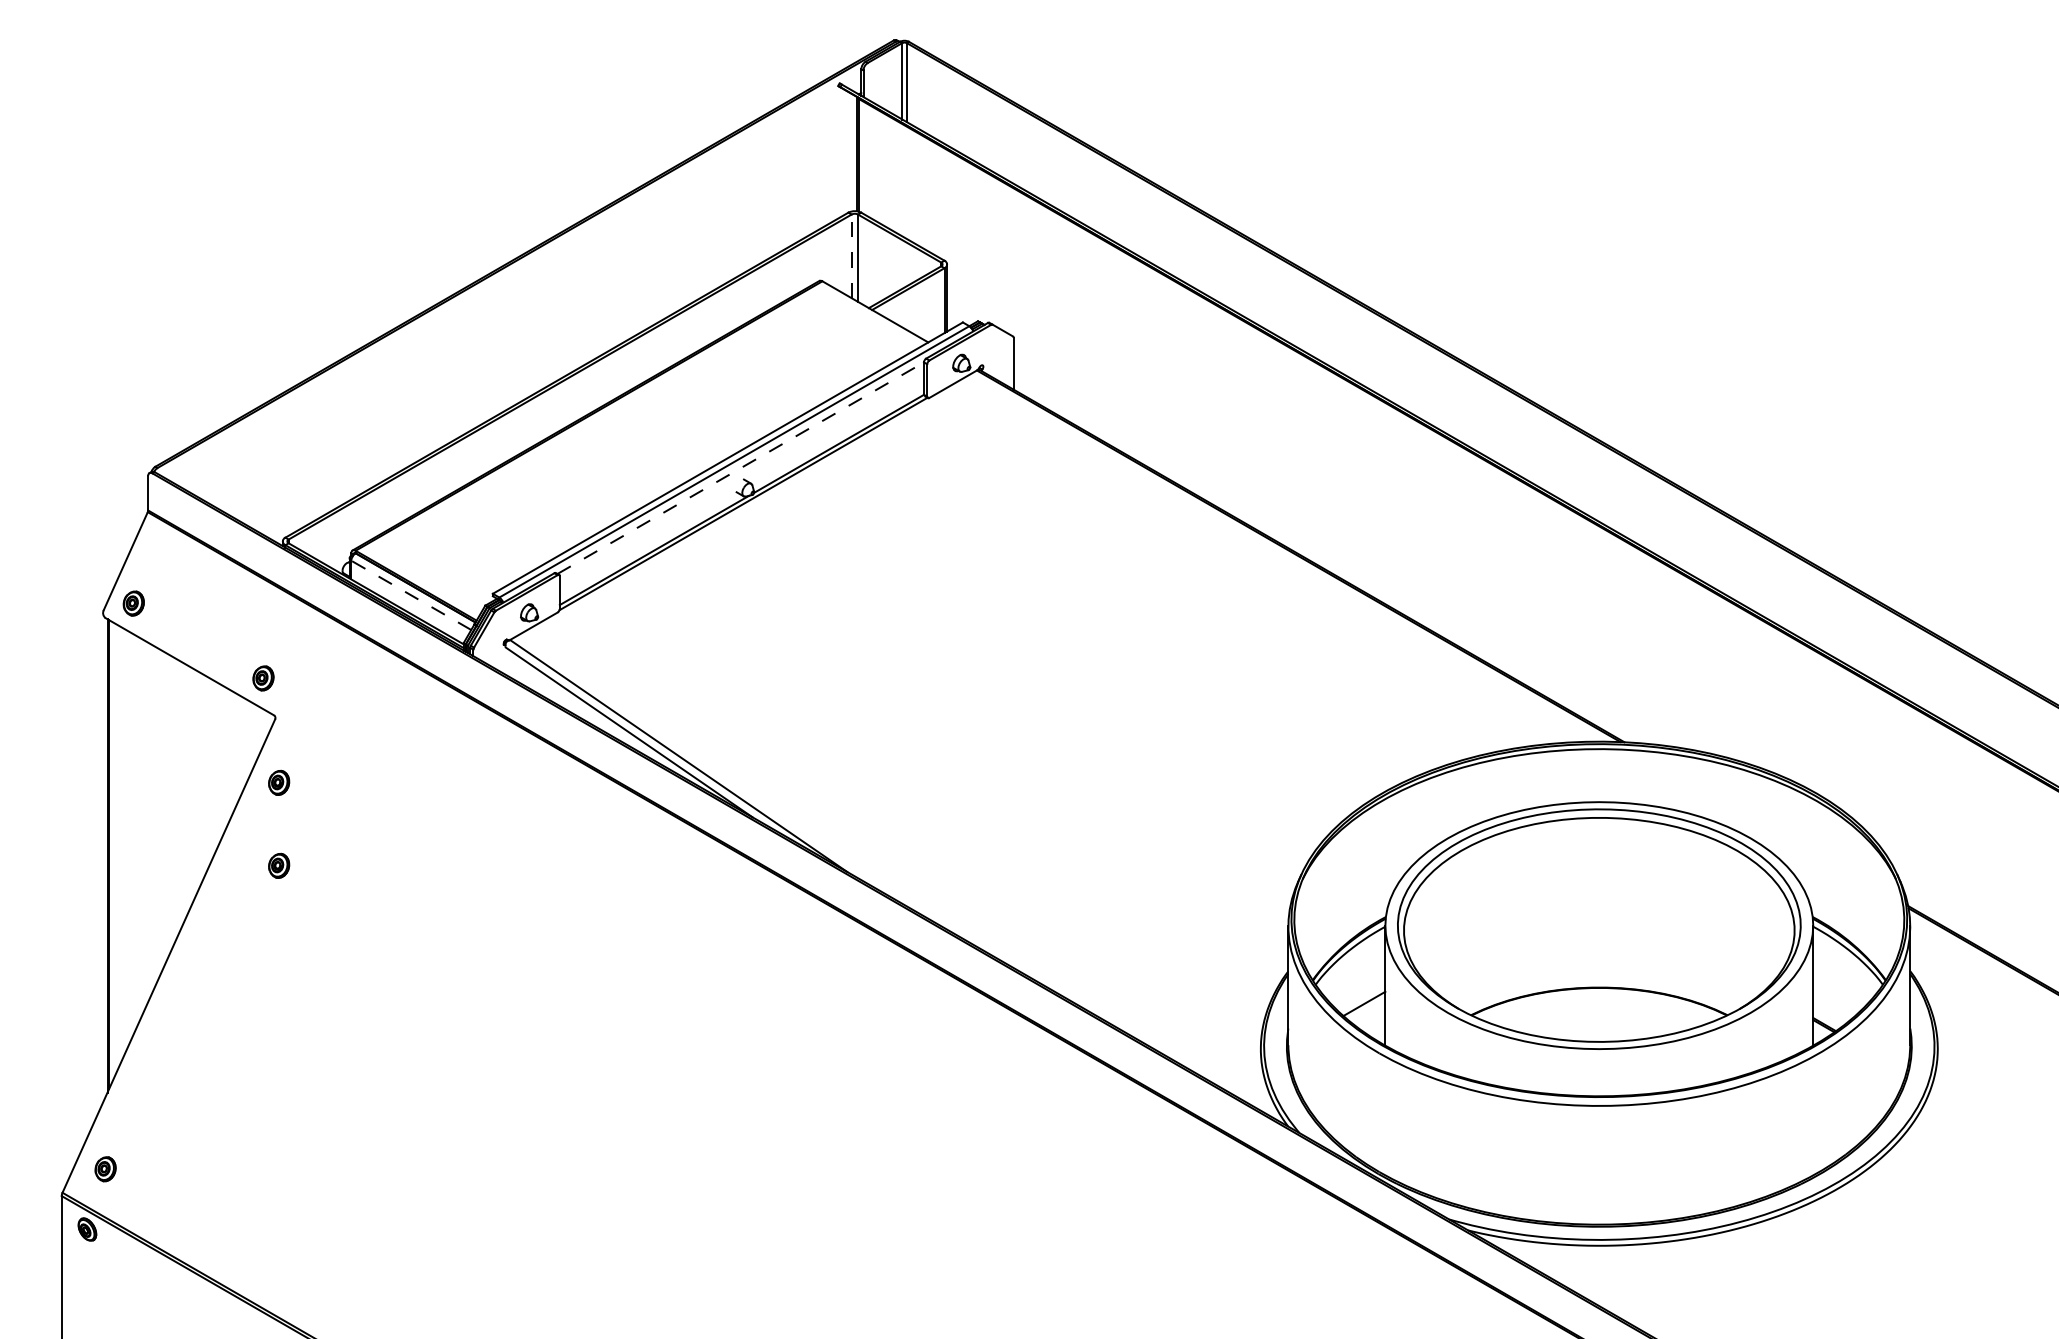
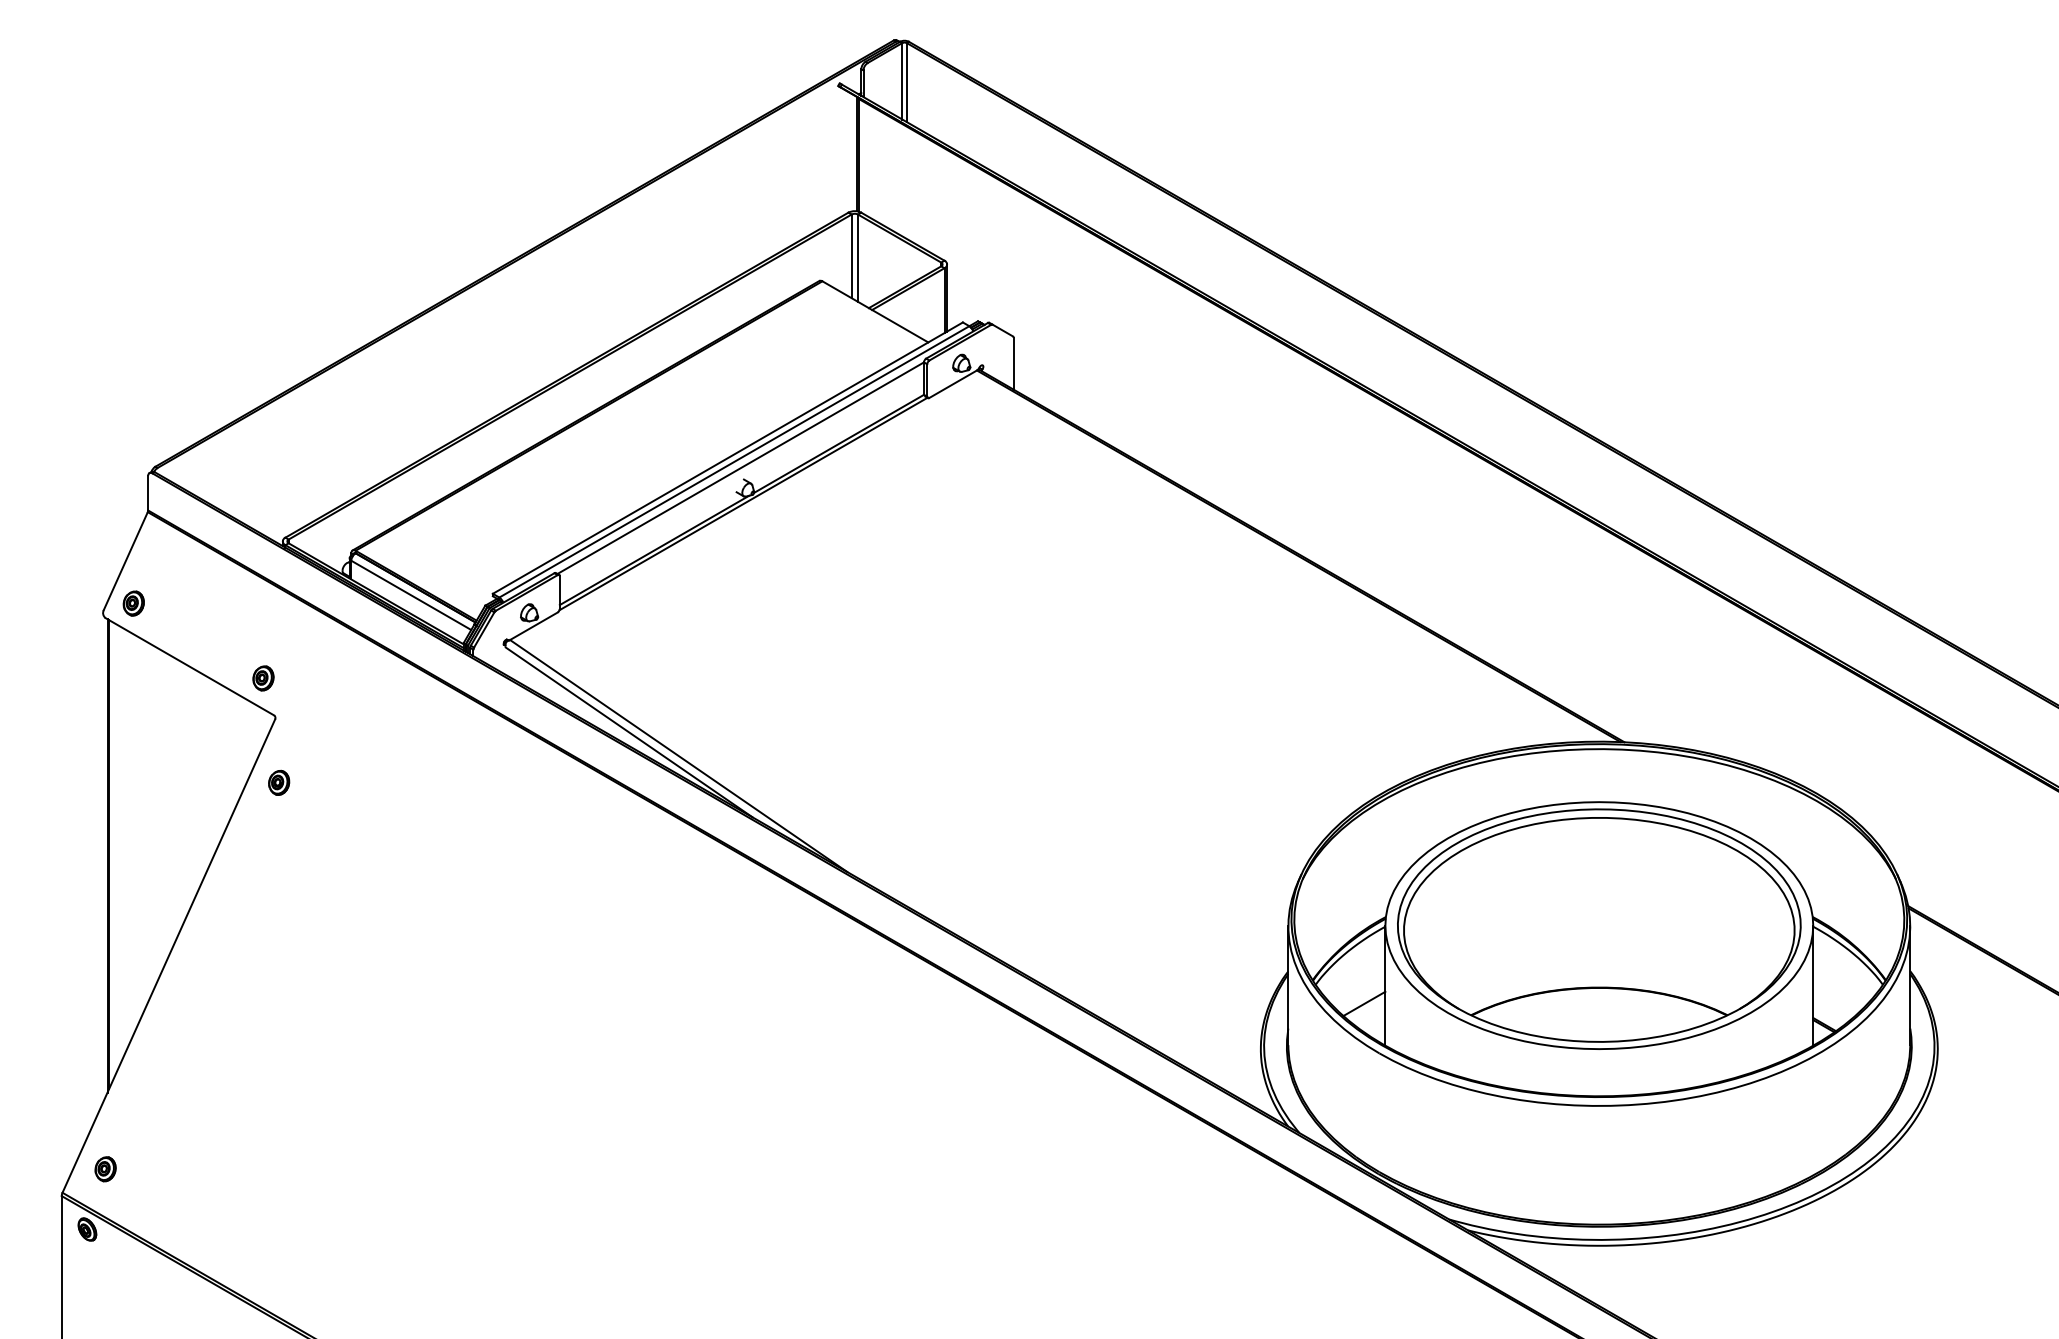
line at (851, 256): dashed -> solid
line at (740, 468): dashed -> solid
line at (410, 595): dashed -> solid
part at (279, 865): present -> none
